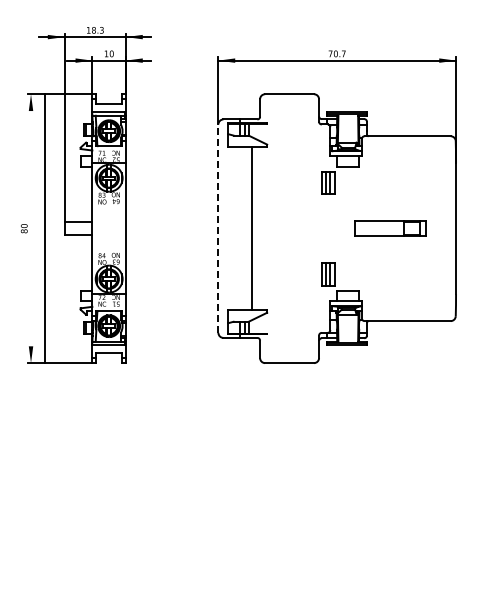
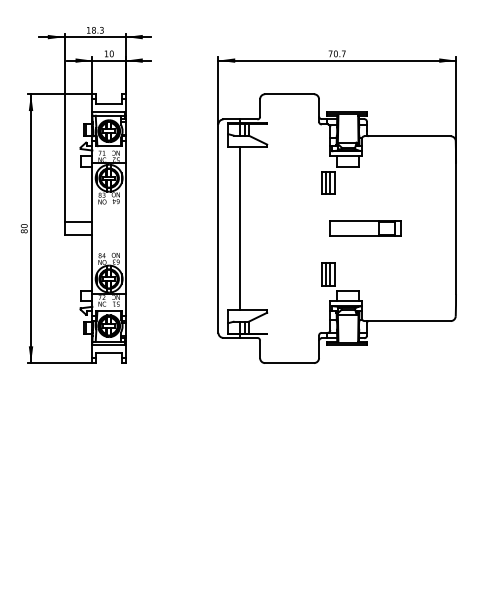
line at (45, 228) position: (45, 228) -> (31, 228)
line at (218, 228): dashed -> solid
line at (252, 228) position: (252, 228) -> (240, 228)
part at (390, 228) position: (390, 228) -> (365, 228)
